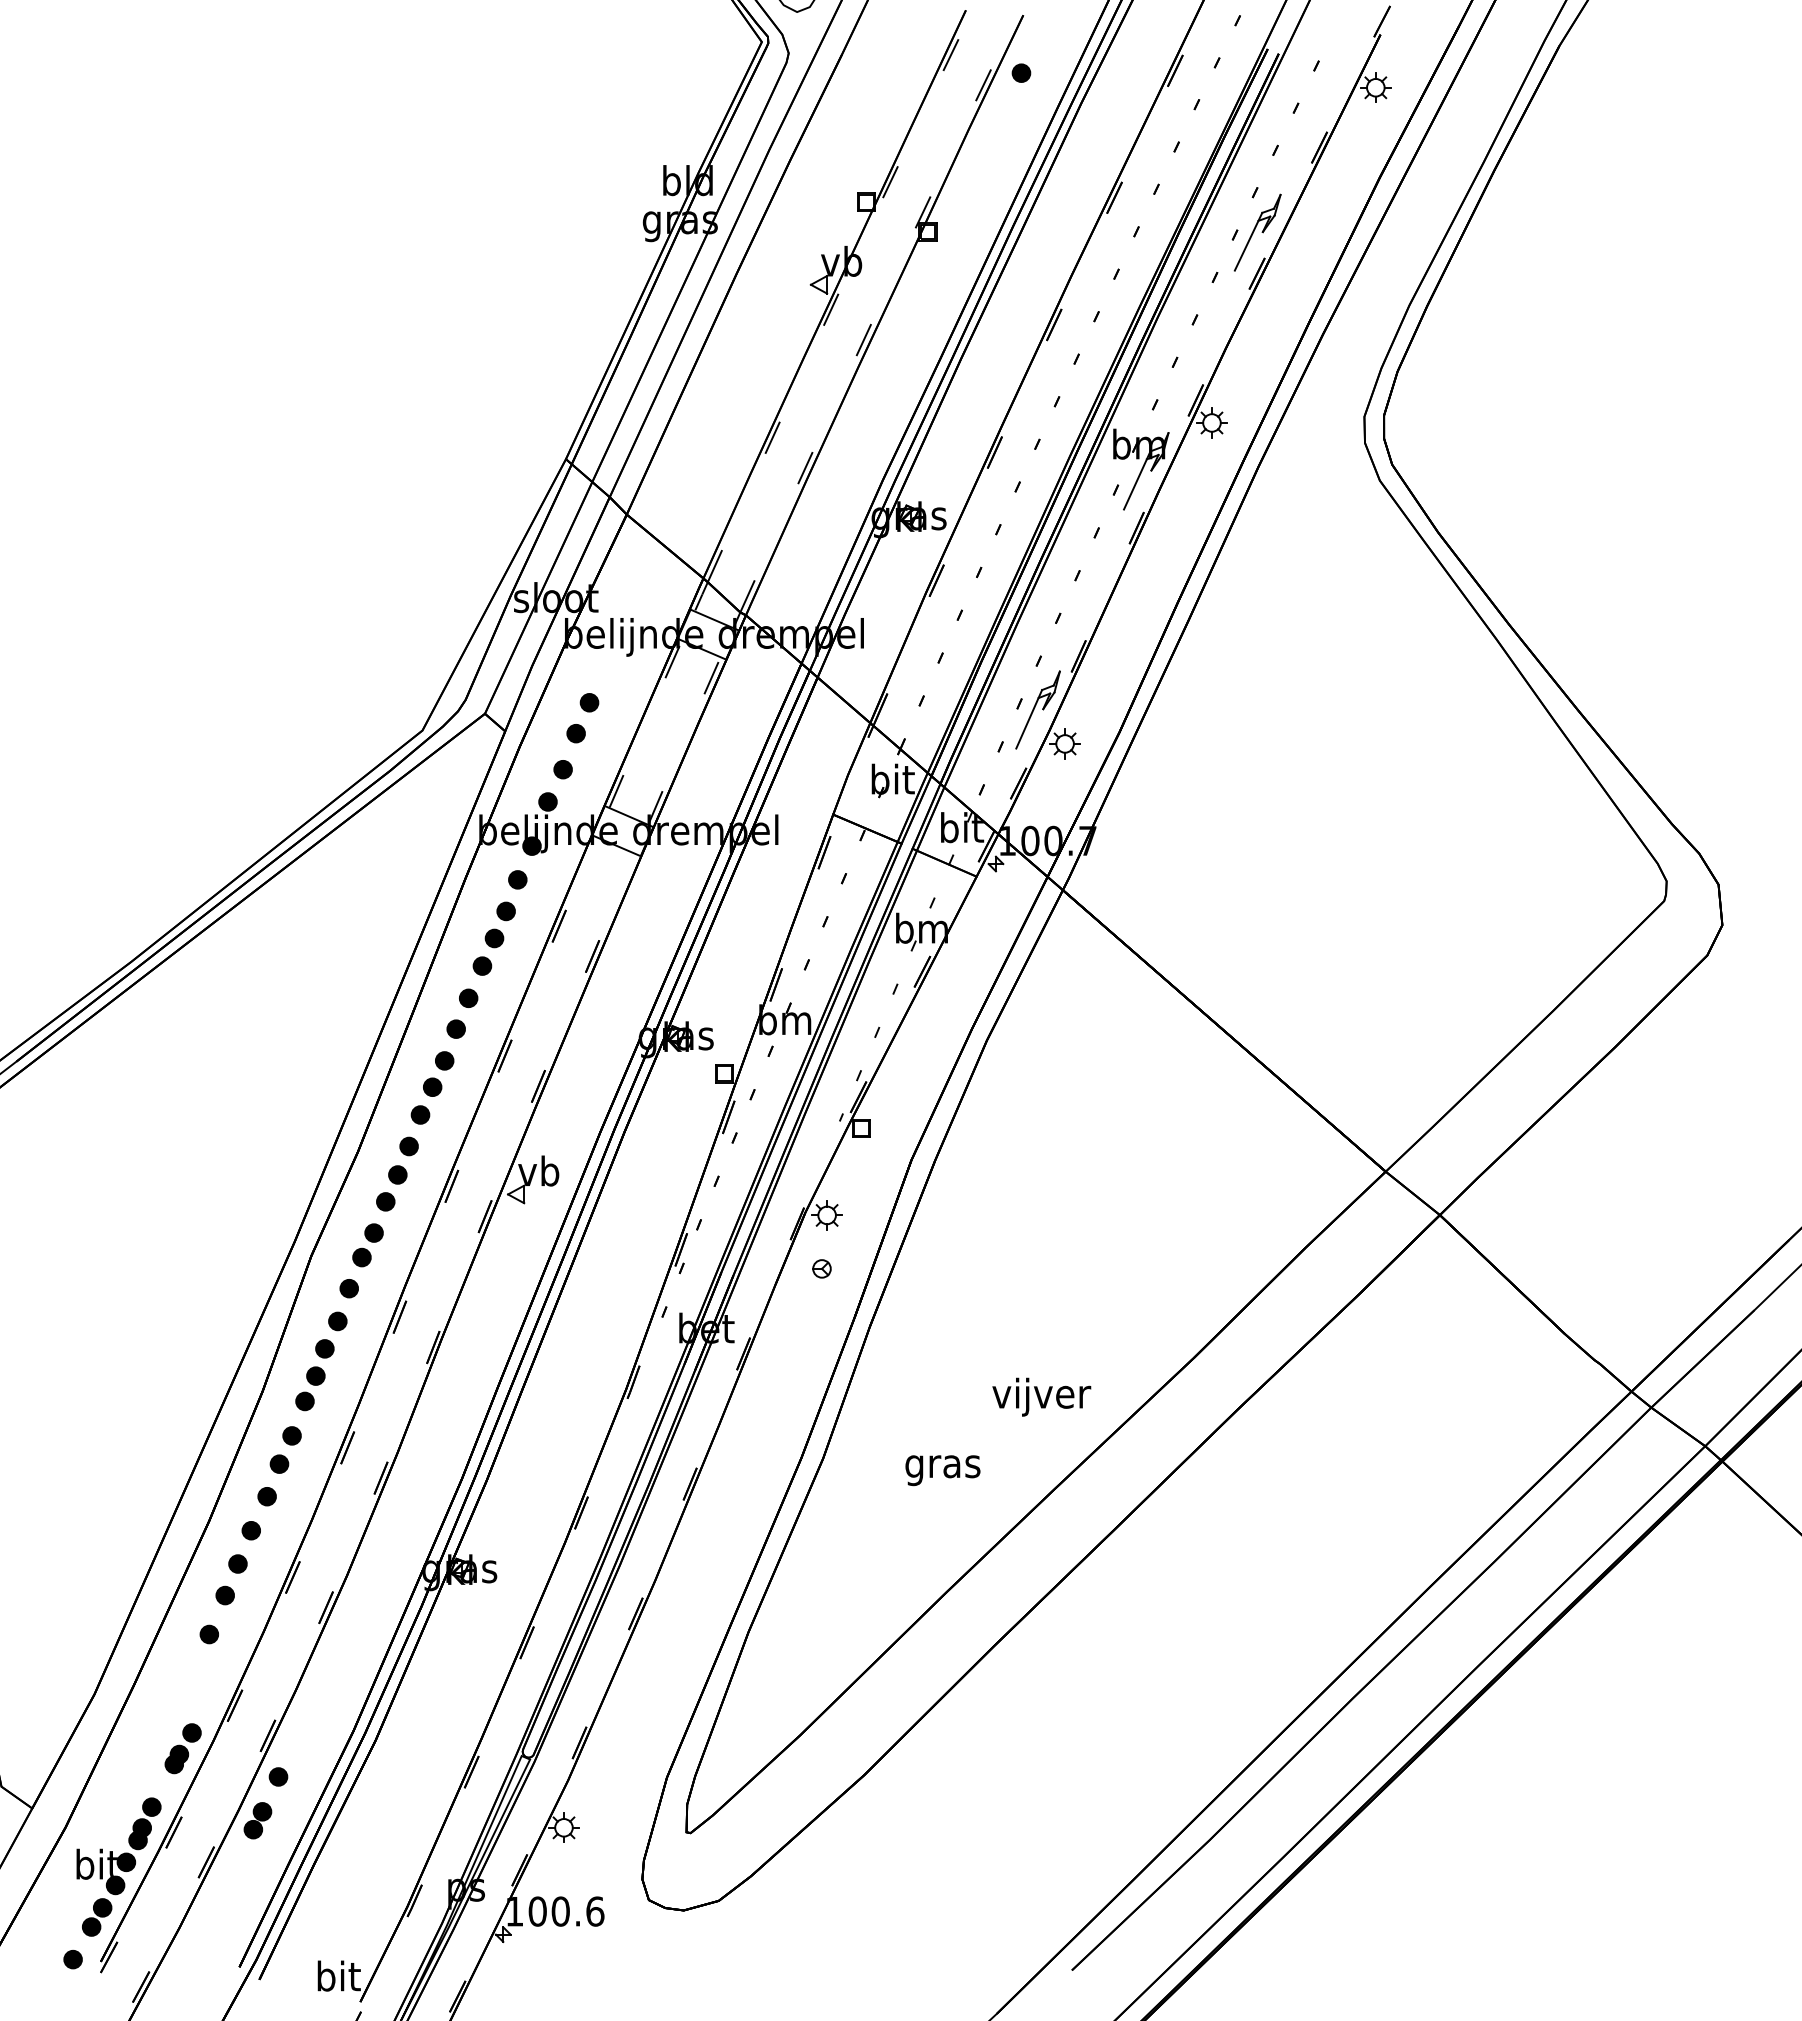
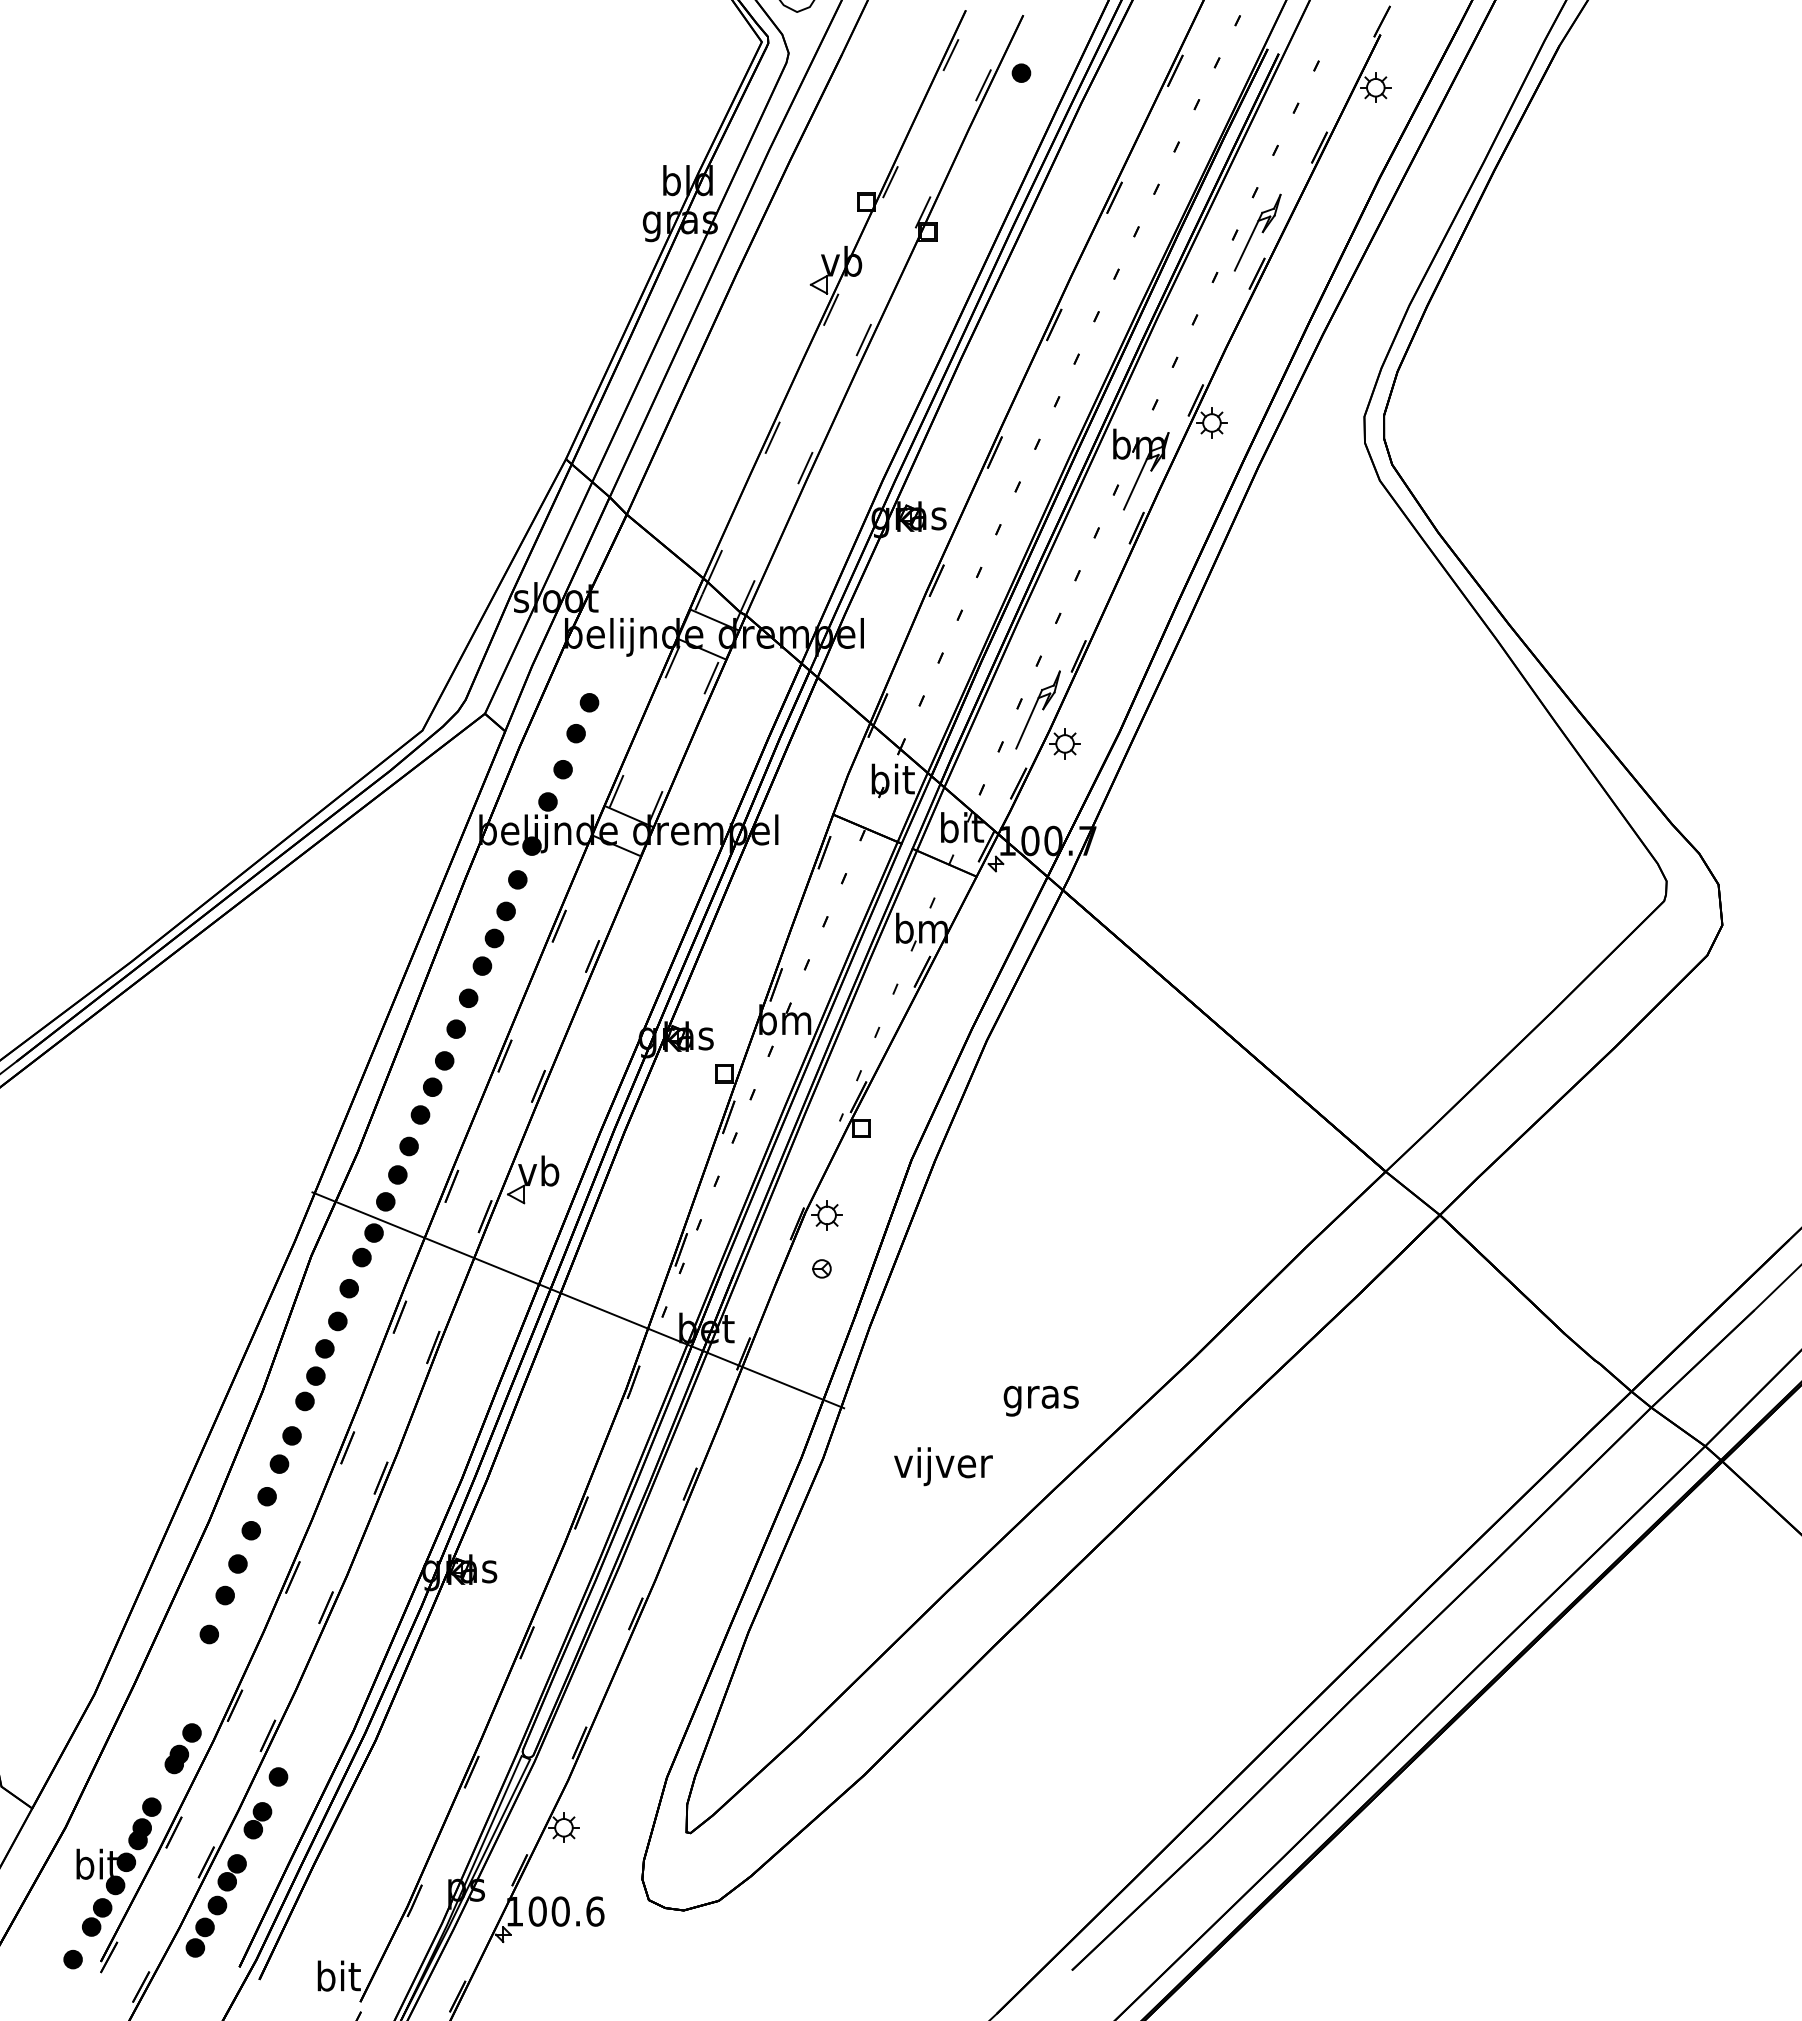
line at (578, 1300): none -> present
text at (1041, 1396): vijver -> gras
text at (943, 1466): gras -> vijver
part at (215, 1905): none -> present
